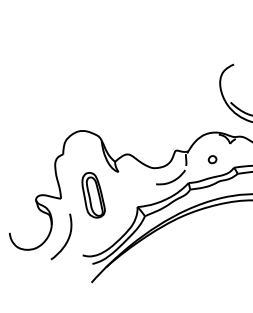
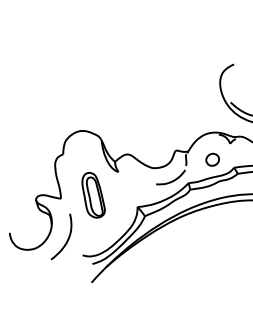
part at (212, 159) size: 11x10 px -> 15x15 px
